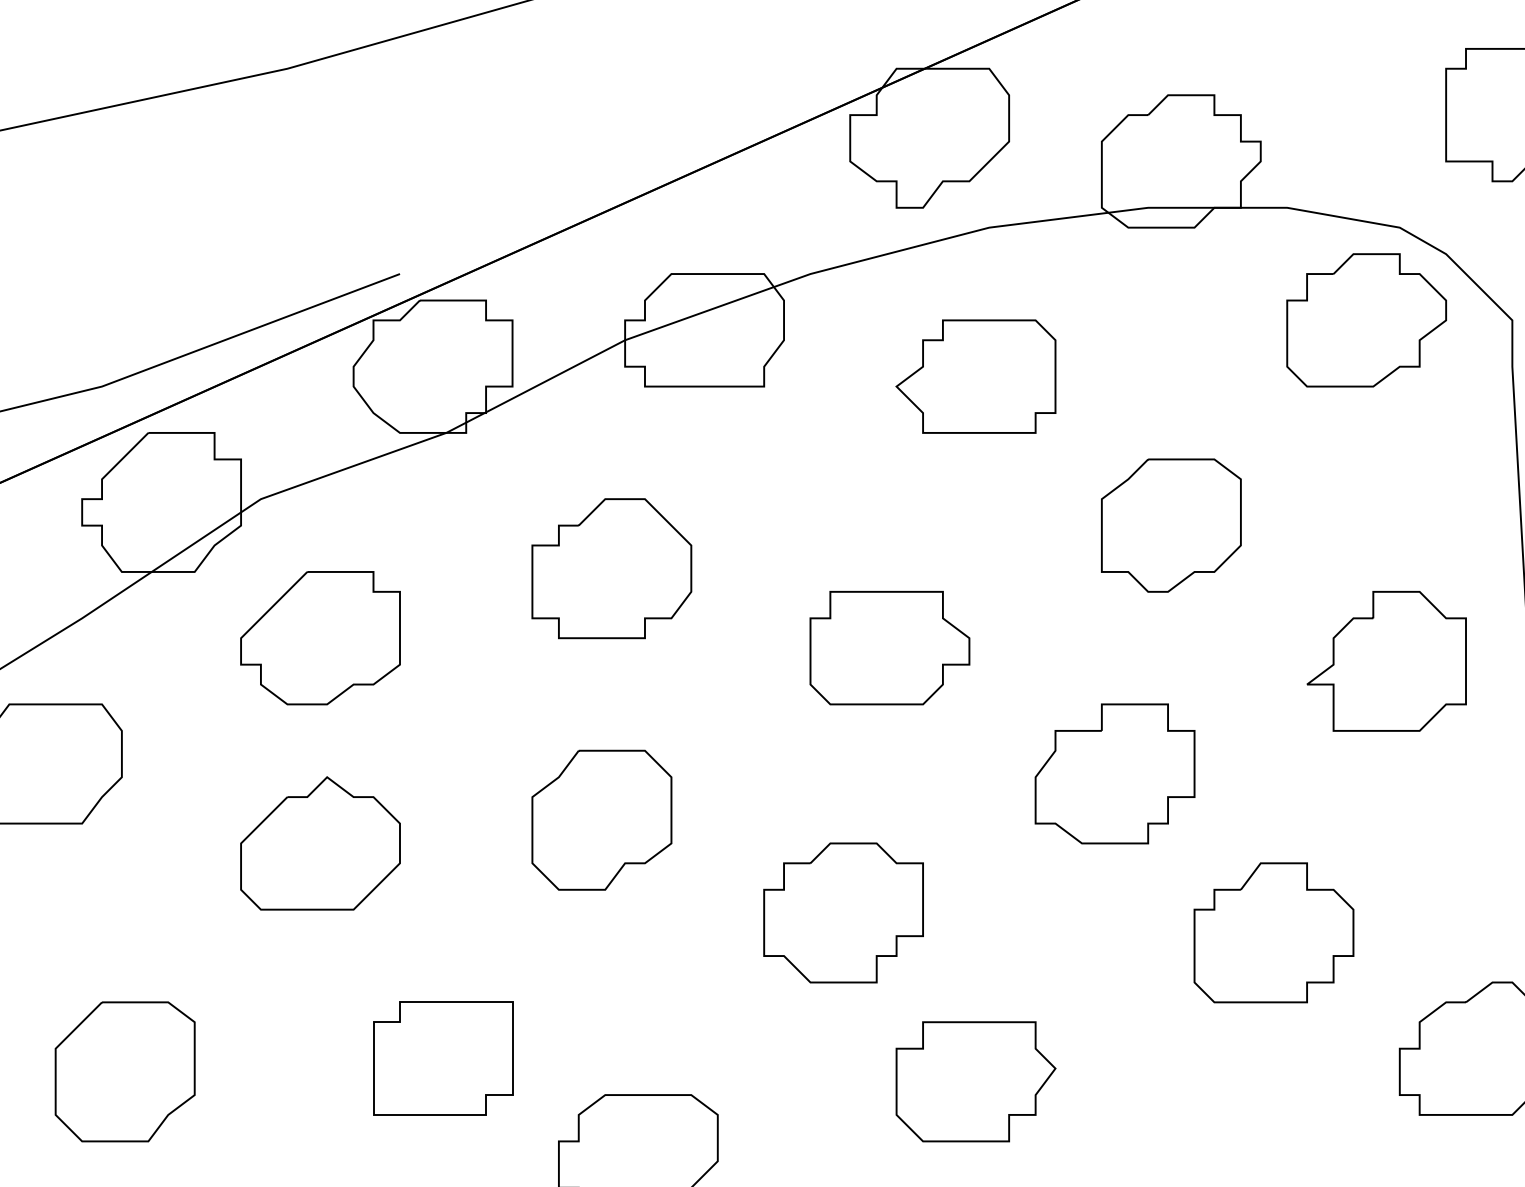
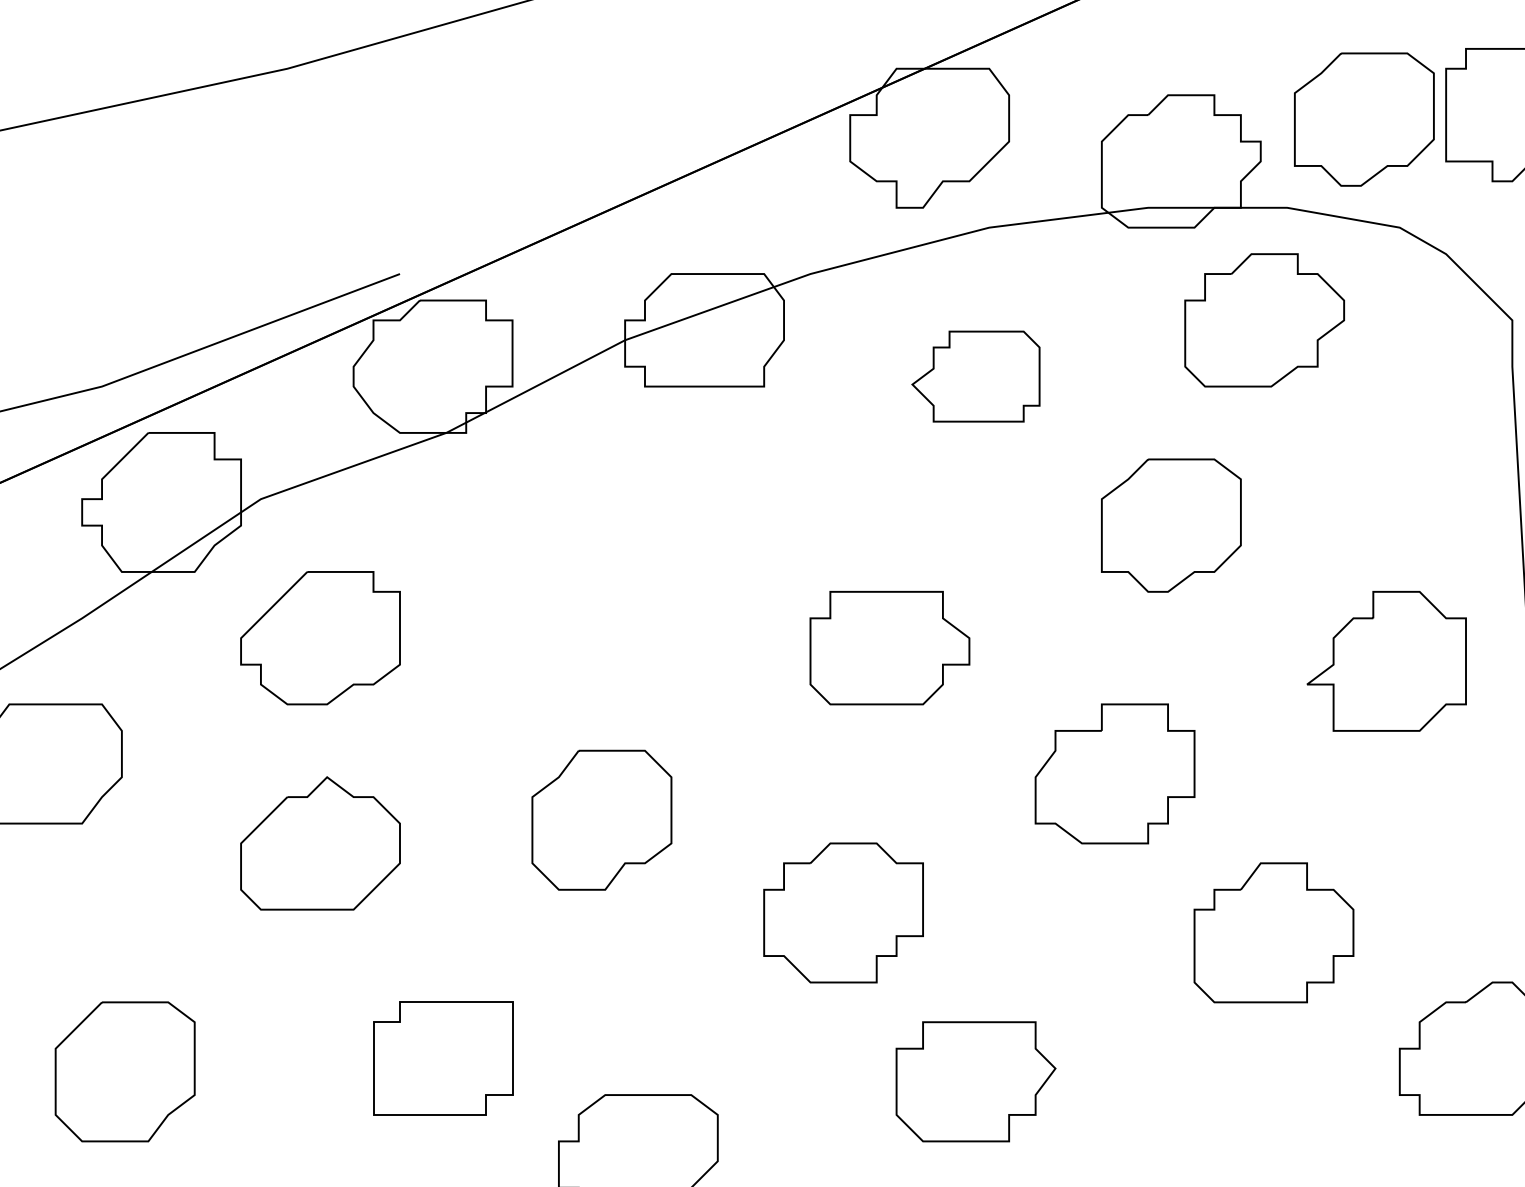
part at (1364, 119): none -> present
part at (1366, 320) position: (1366, 320) -> (1264, 320)
part at (975, 376) size: 162x115 px -> 130x93 px
part at (611, 568): present -> none
